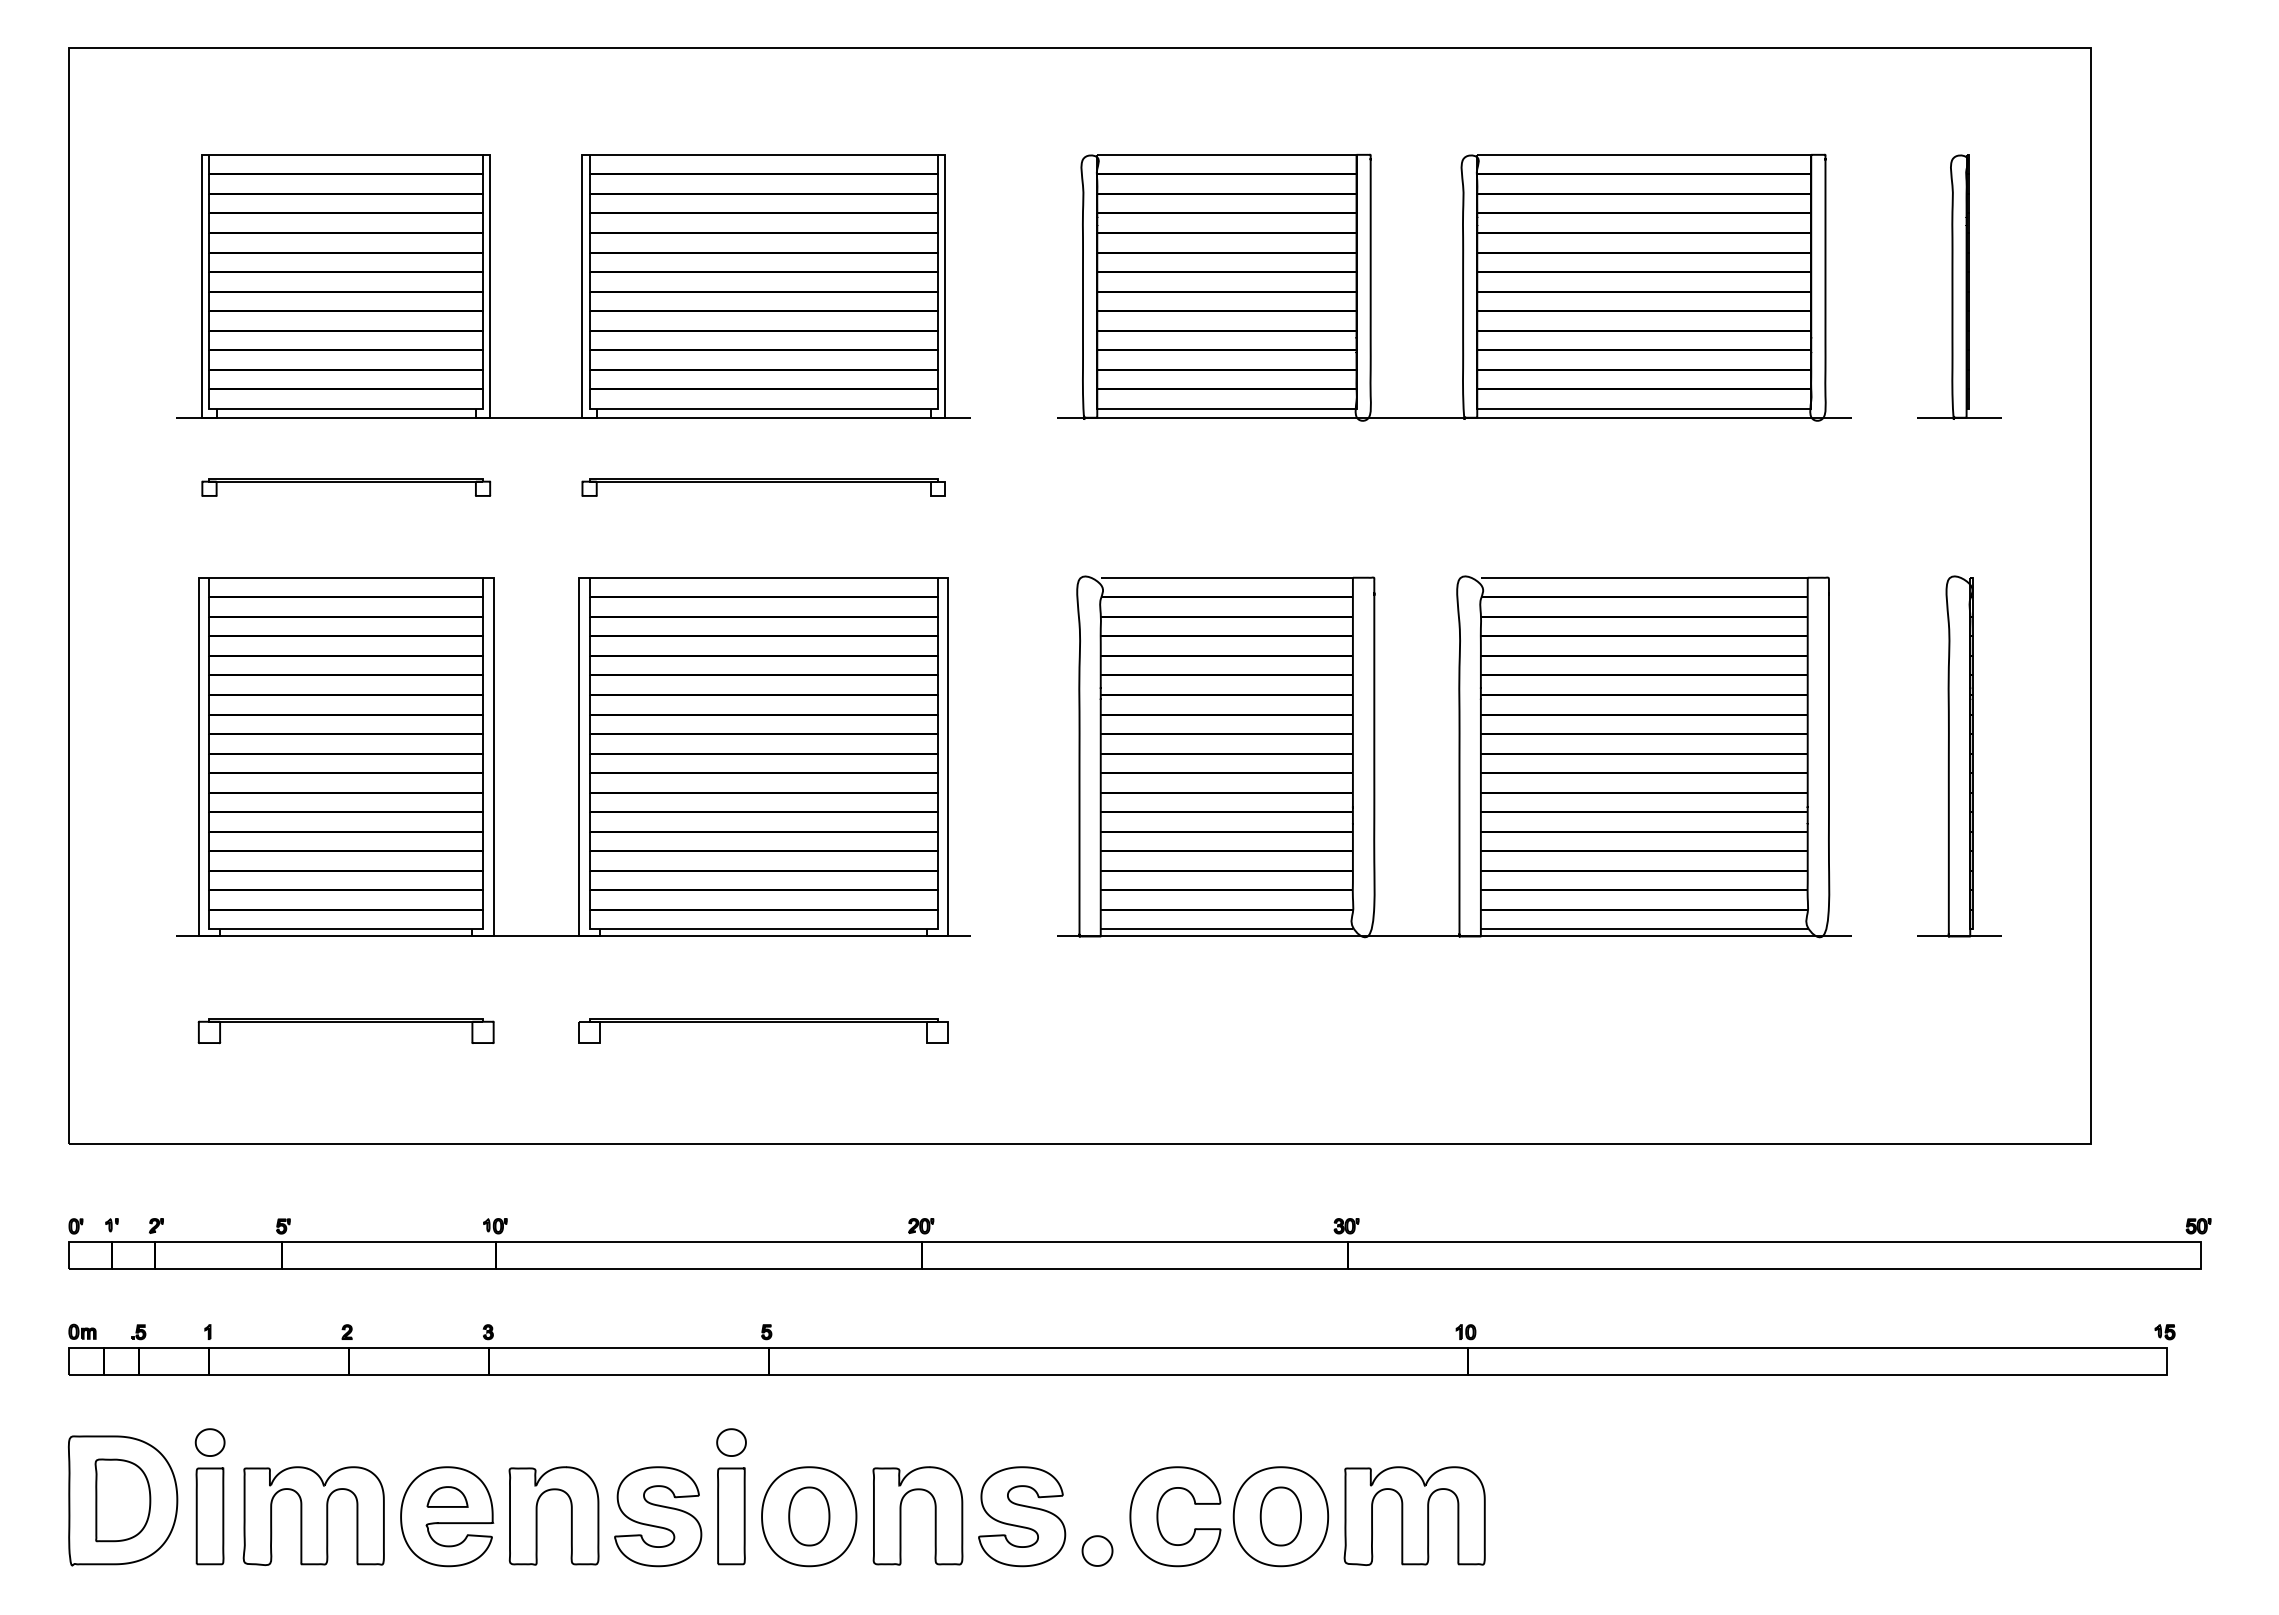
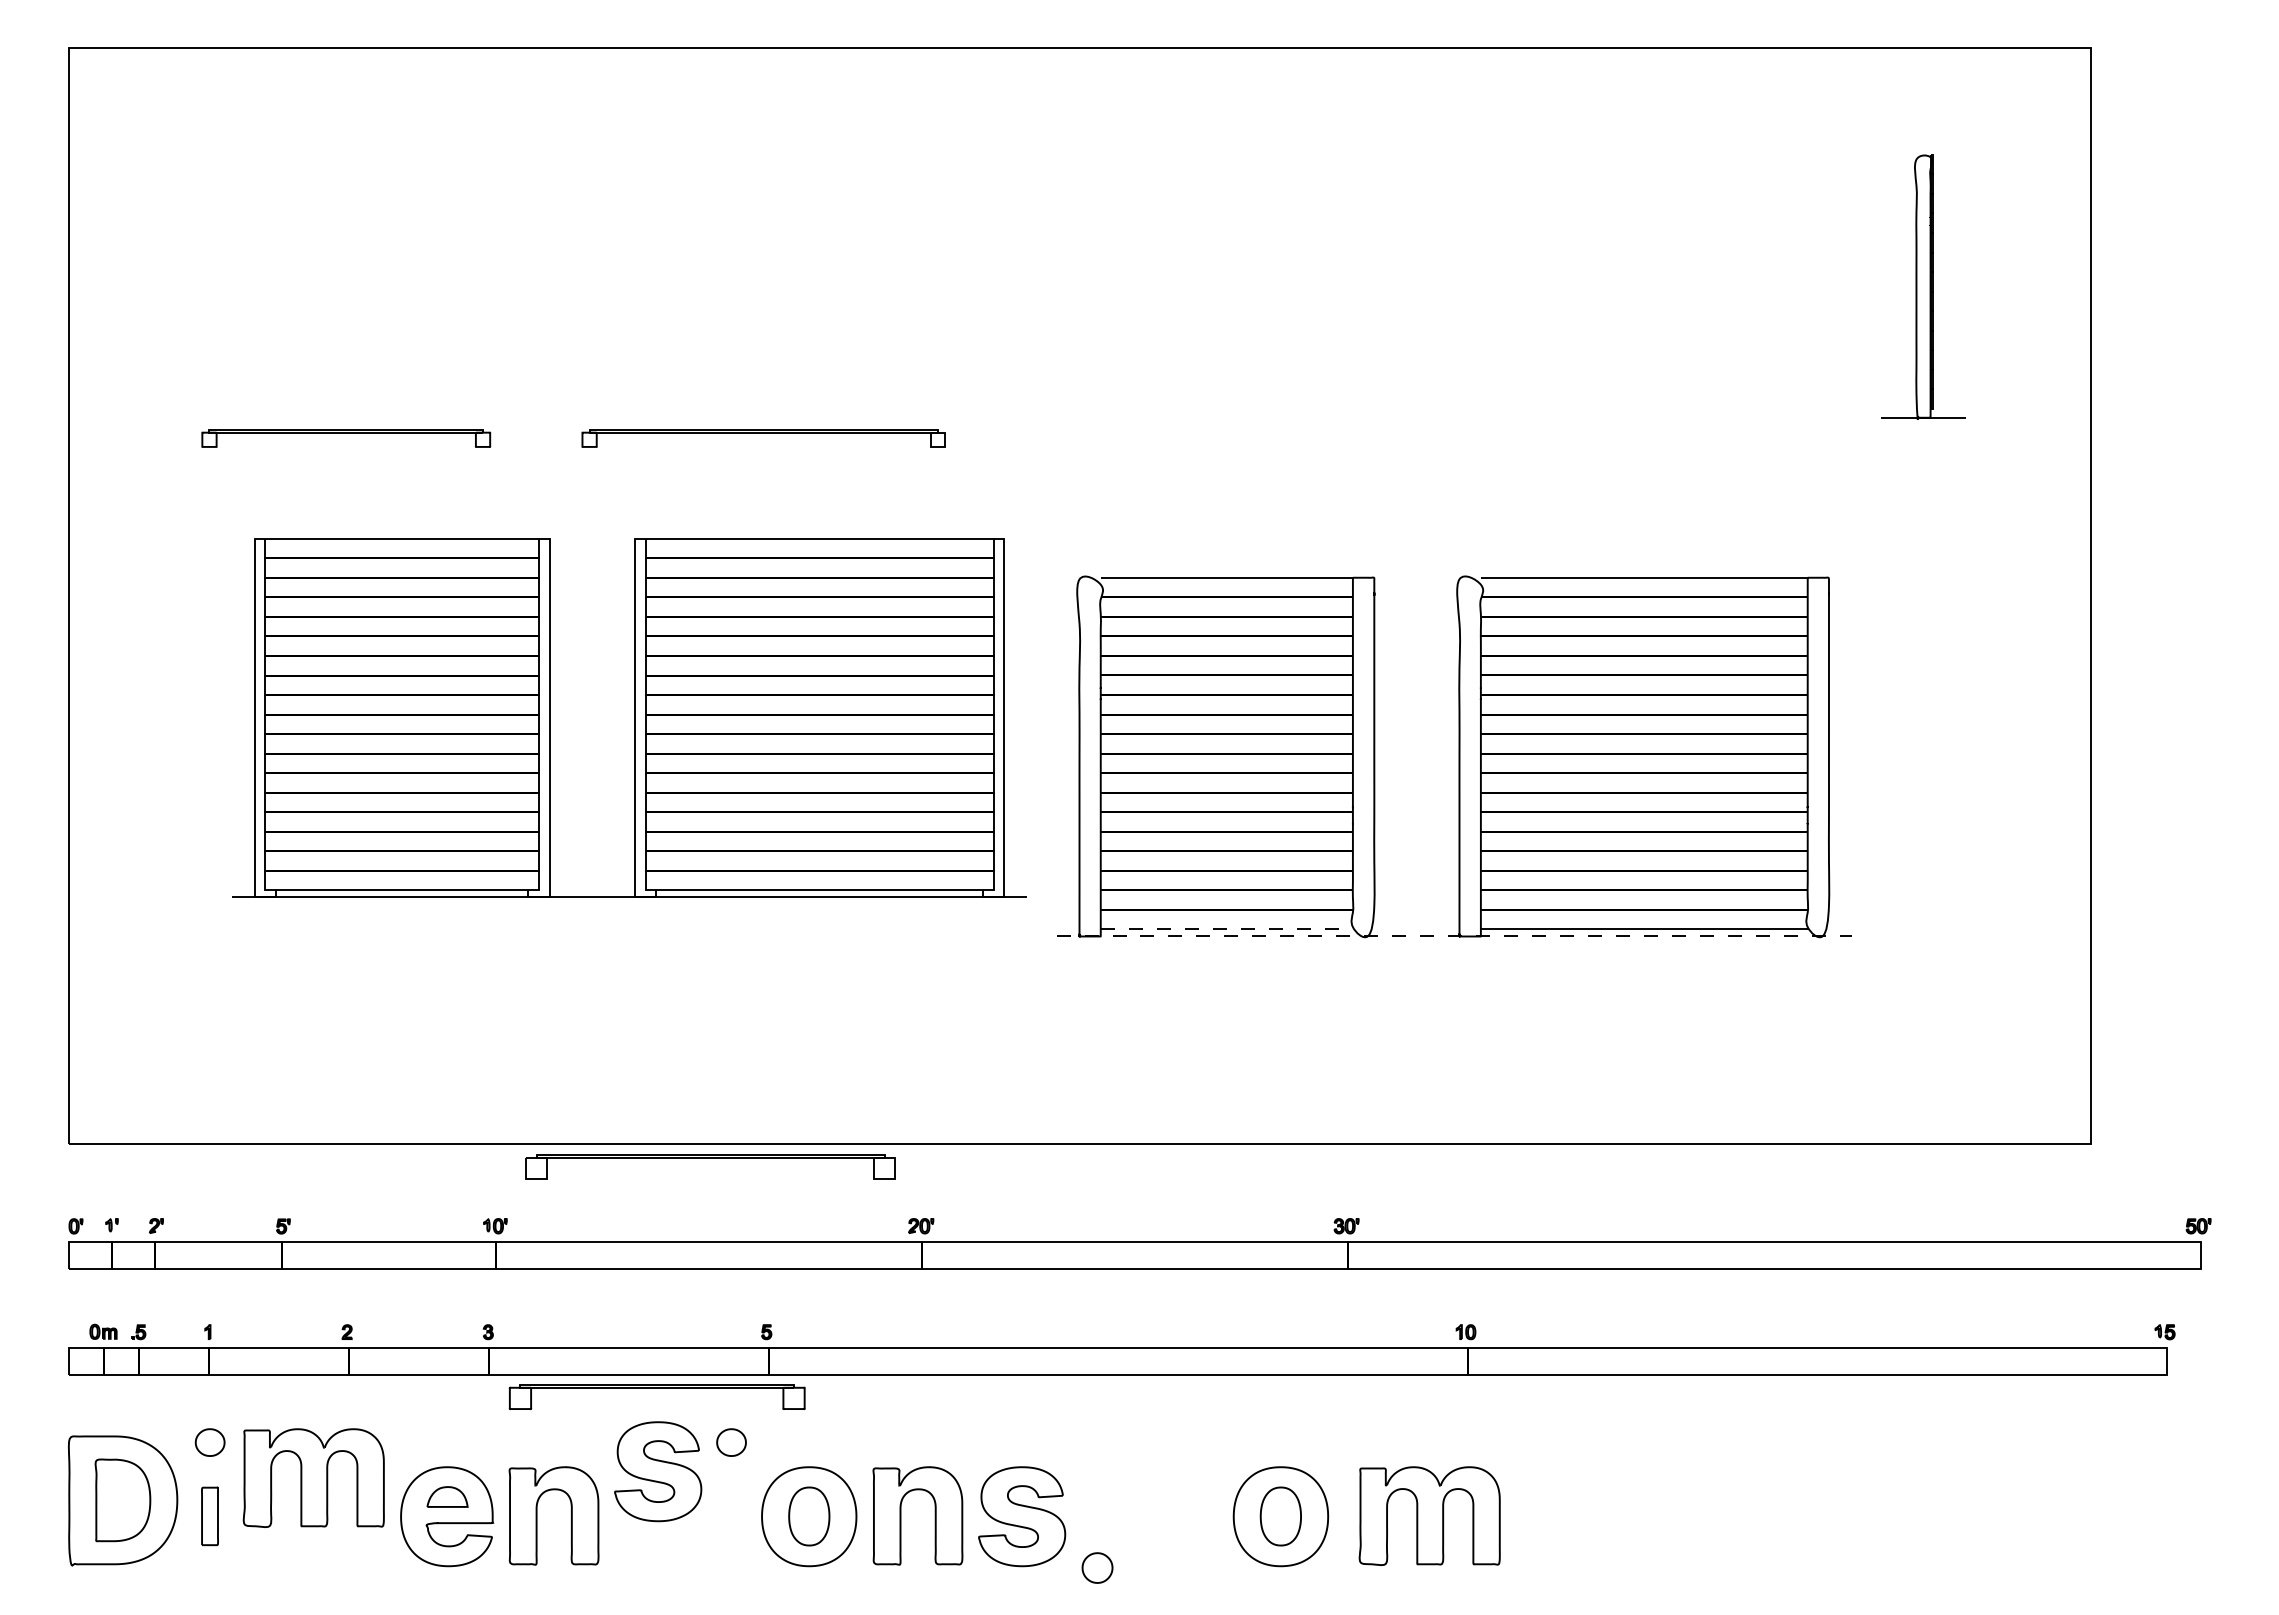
part at (581, 286): present -> none
part at (1959, 286) position: (1959, 286) -> (1923, 286)
part at (1462, 287): present -> none
part at (346, 487) position: (346, 487) -> (346, 438)
part at (763, 487) position: (763, 487) -> (763, 438)
part at (573, 756) position: (573, 756) -> (629, 717)
part at (1959, 756): present -> none
line at (1227, 929): solid -> dashed
line at (1454, 936): solid -> dashed
part at (345, 1022) position: (345, 1022) -> (656, 1388)
part at (763, 1022) position: (763, 1022) -> (710, 1158)
part at (82, 1331) position: (82, 1331) -> (103, 1331)
part at (313, 1515) position: (313, 1515) -> (313, 1477)
part at (1414, 1515) position: (1414, 1515) -> (1429, 1515)
part at (209, 1516) size: 30x99 px -> 18x61 px
part at (658, 1516) position: (658, 1516) -> (658, 1471)
part at (731, 1516): present -> none
part at (1158, 1516): present -> none
part at (1097, 1550) position: (1097, 1550) -> (1097, 1567)
